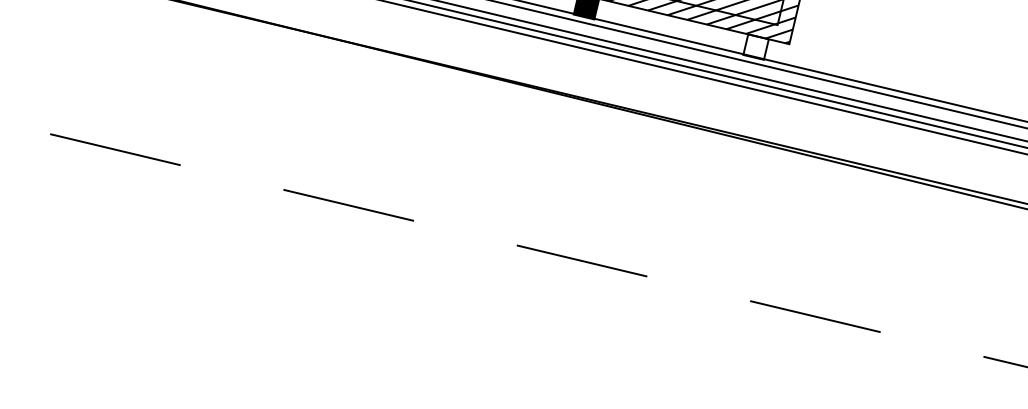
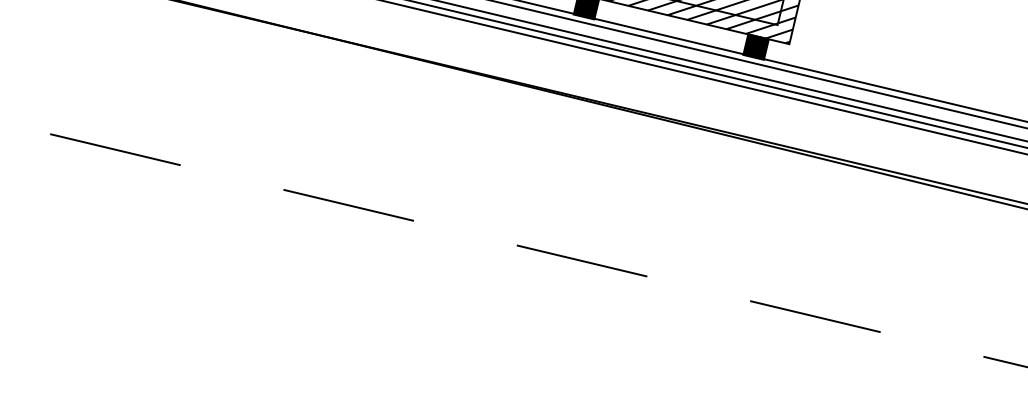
fill at (755, 46): none -> present
